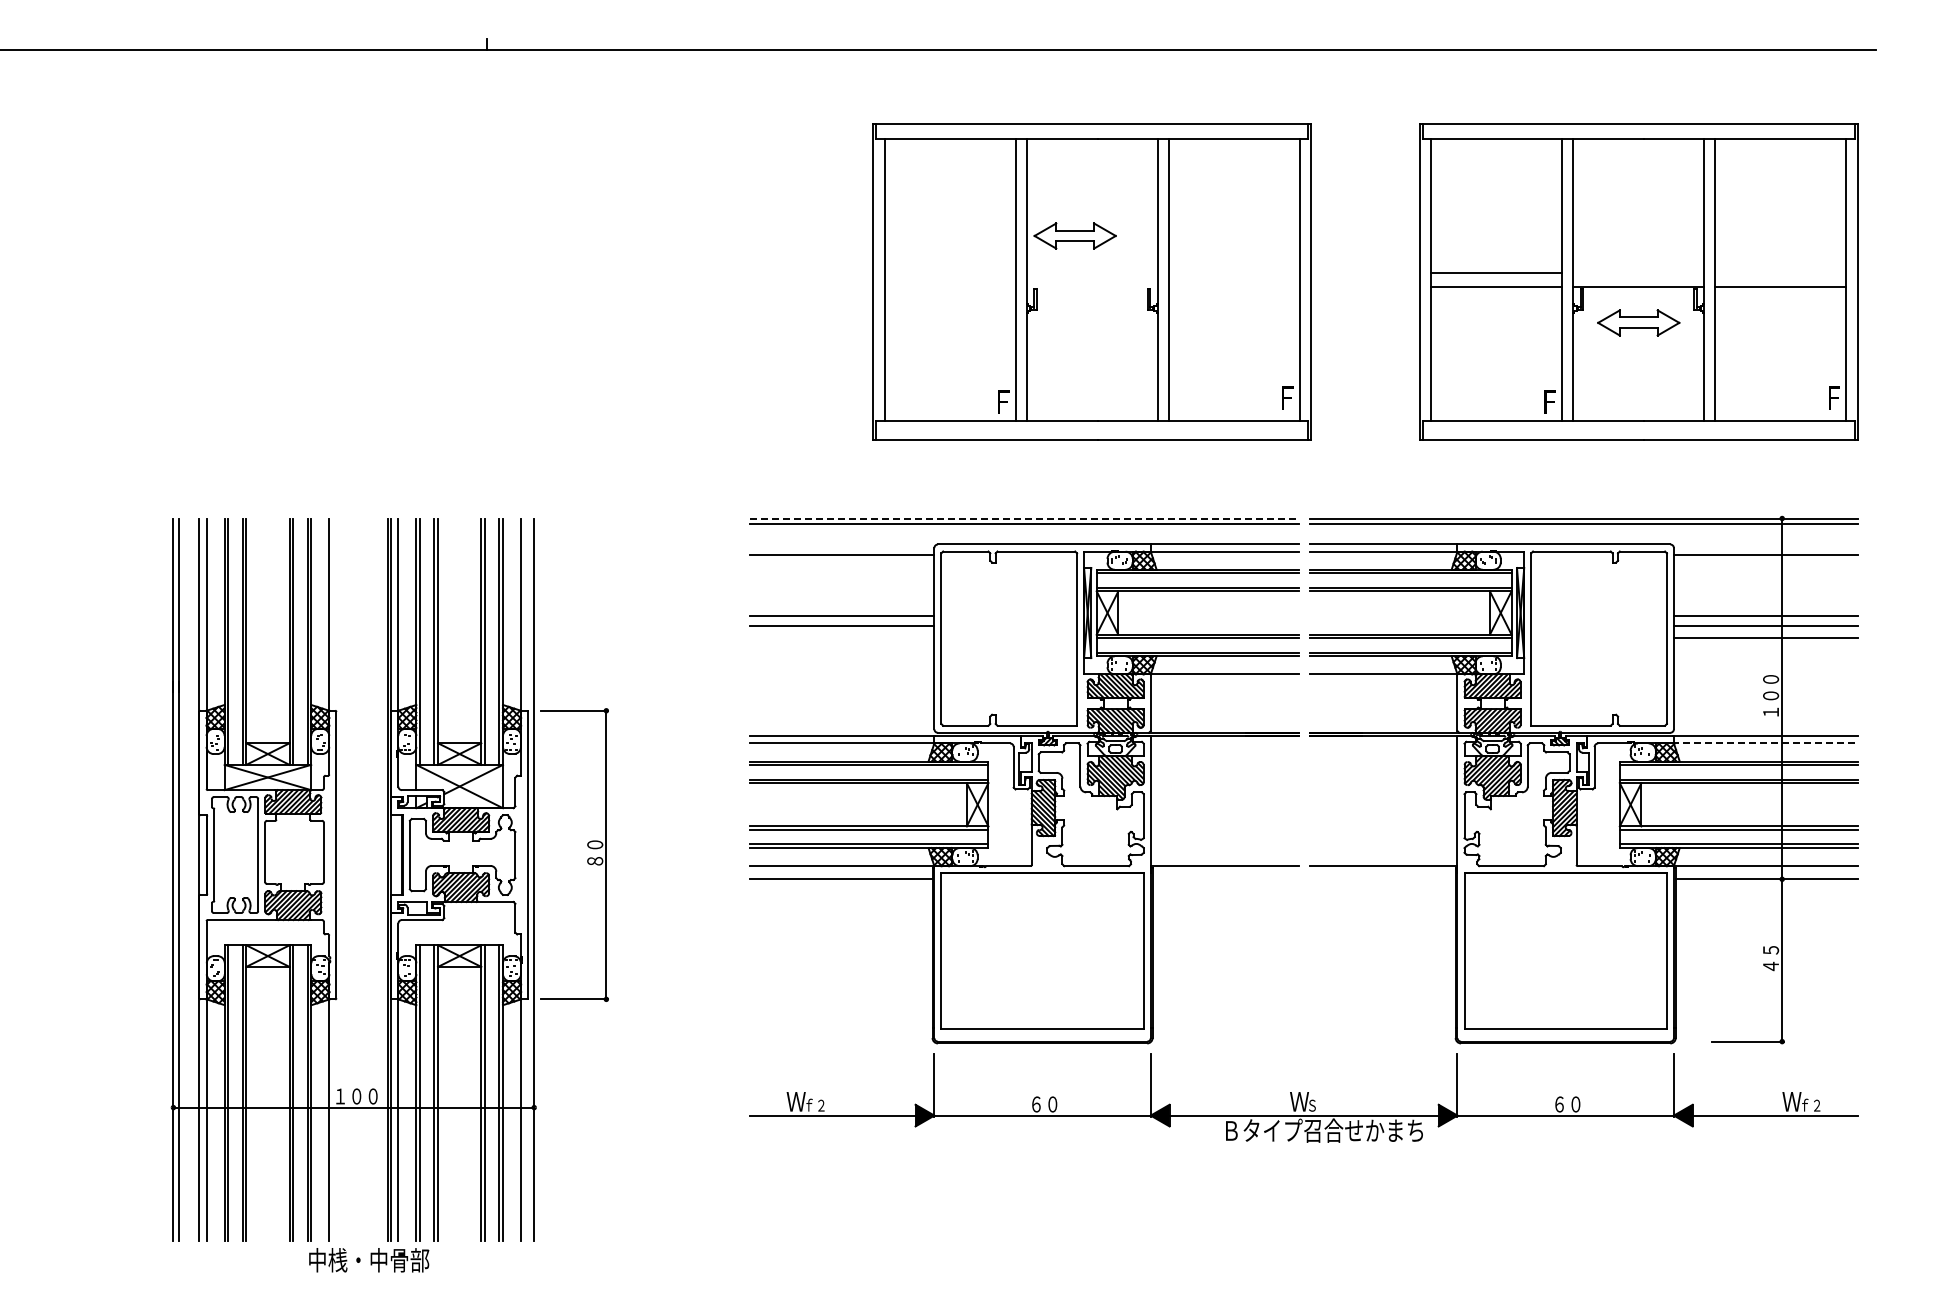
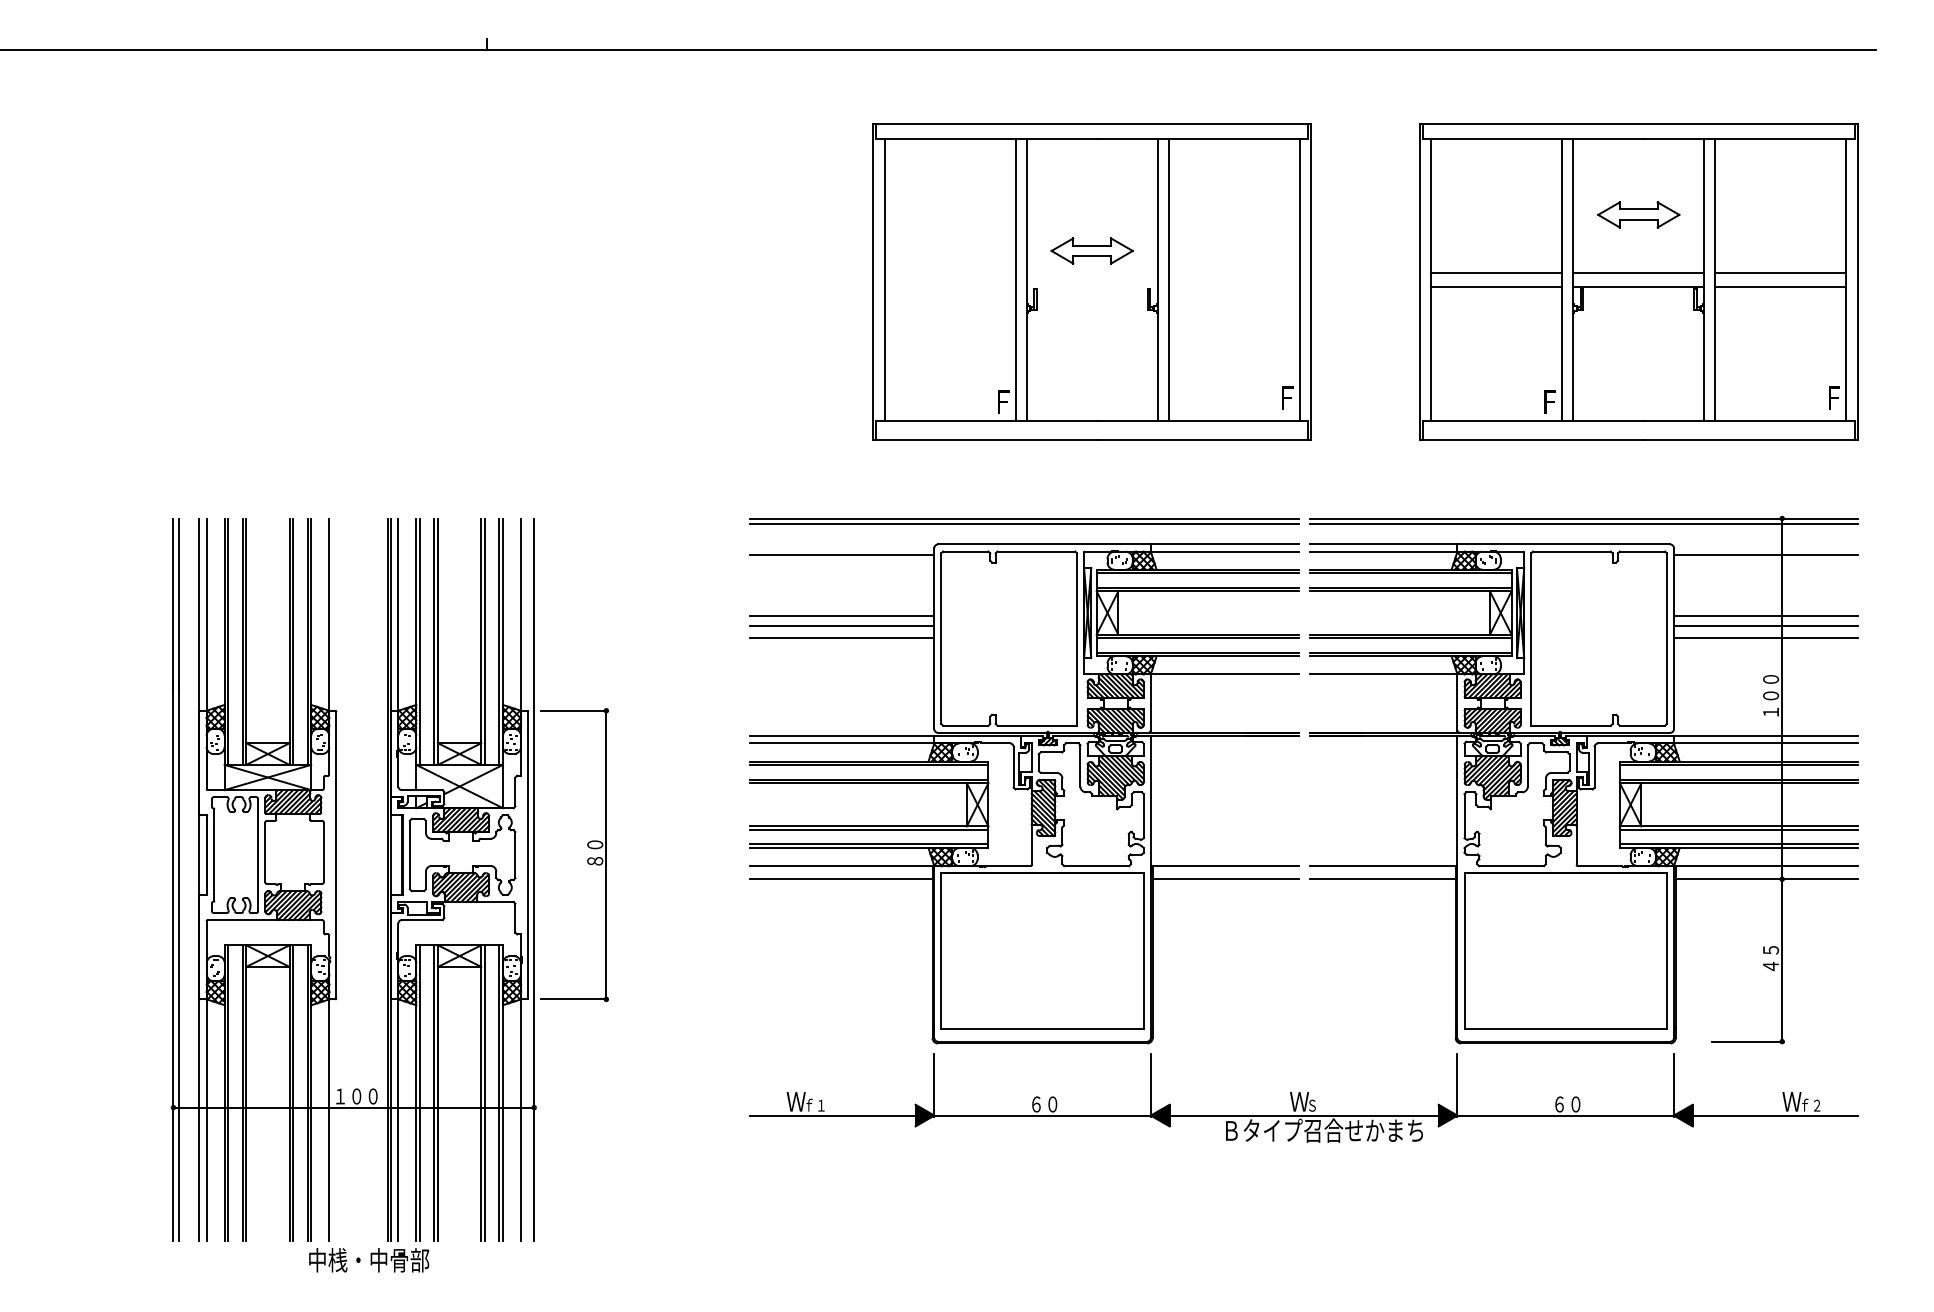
part at (1074, 235) position: (1074, 235) -> (1091, 250)
line at (1638, 272): none -> present
line at (1780, 272): none -> present
part at (1638, 322) position: (1638, 322) -> (1638, 214)
line at (1025, 518): dashed -> solid
line at (842, 638): none -> present
line at (1765, 743): dashed -> solid
line at (1225, 879): none -> present
line at (1382, 879): none -> present
text at (821, 1104): ｆ２ -> ｆ１
